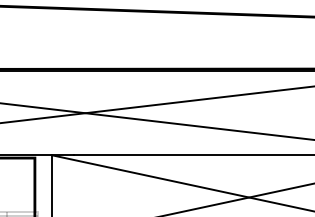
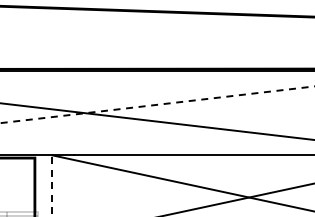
line at (157, 104): solid -> dashed
line at (52, 186): solid -> dashed
